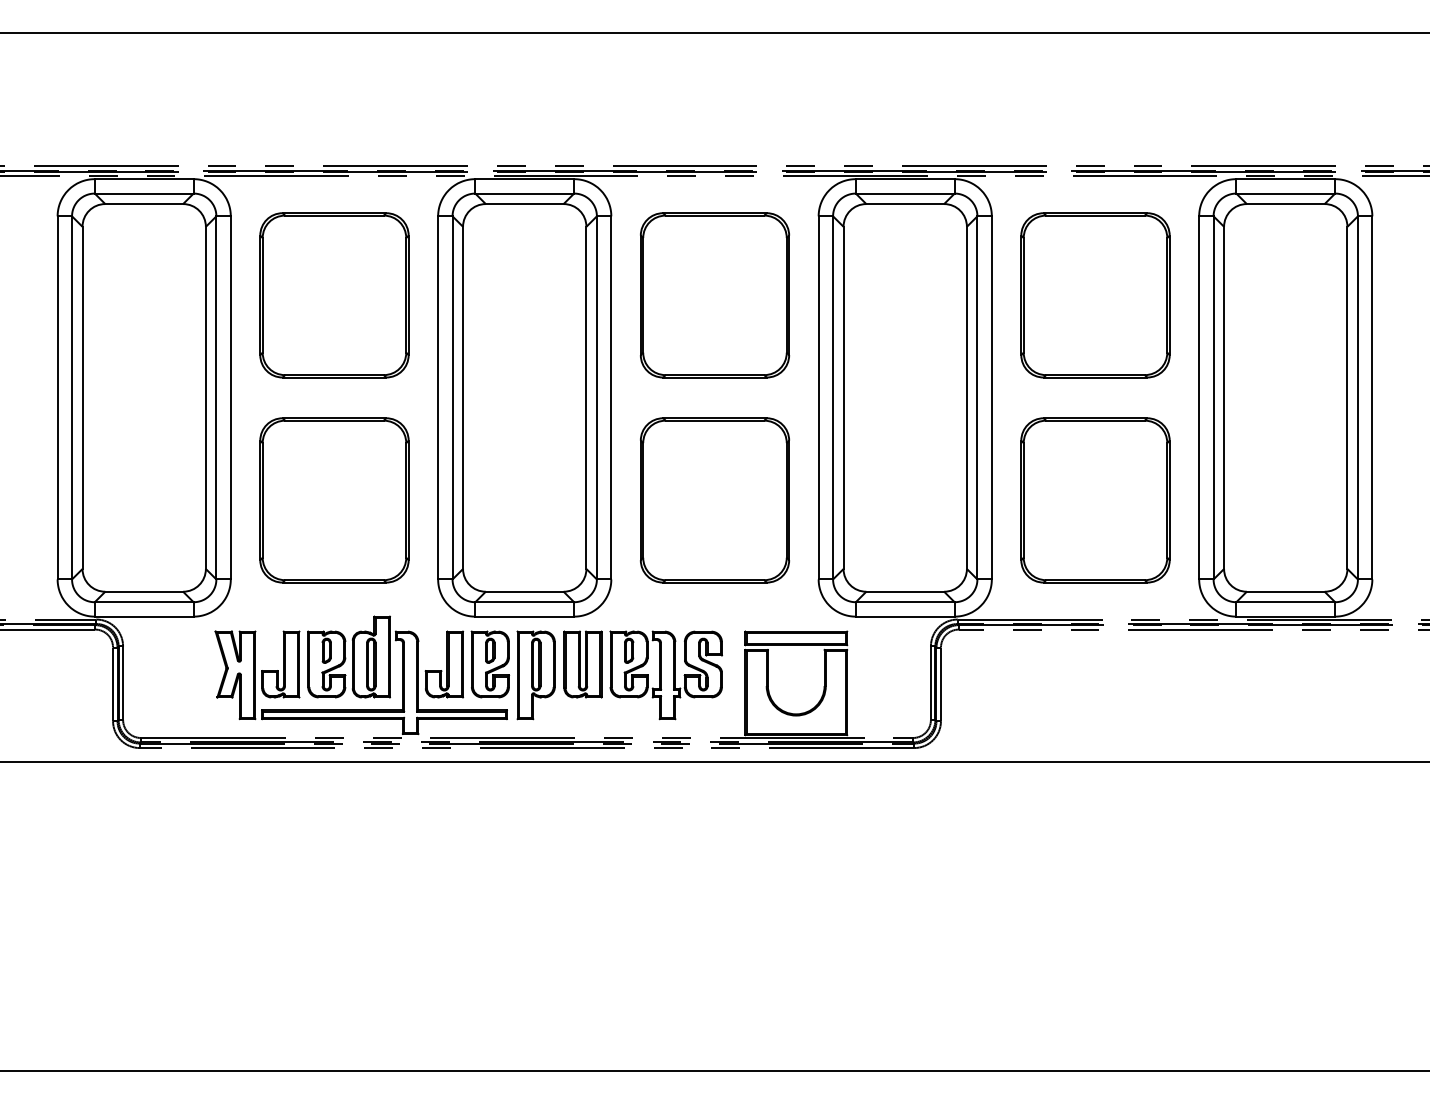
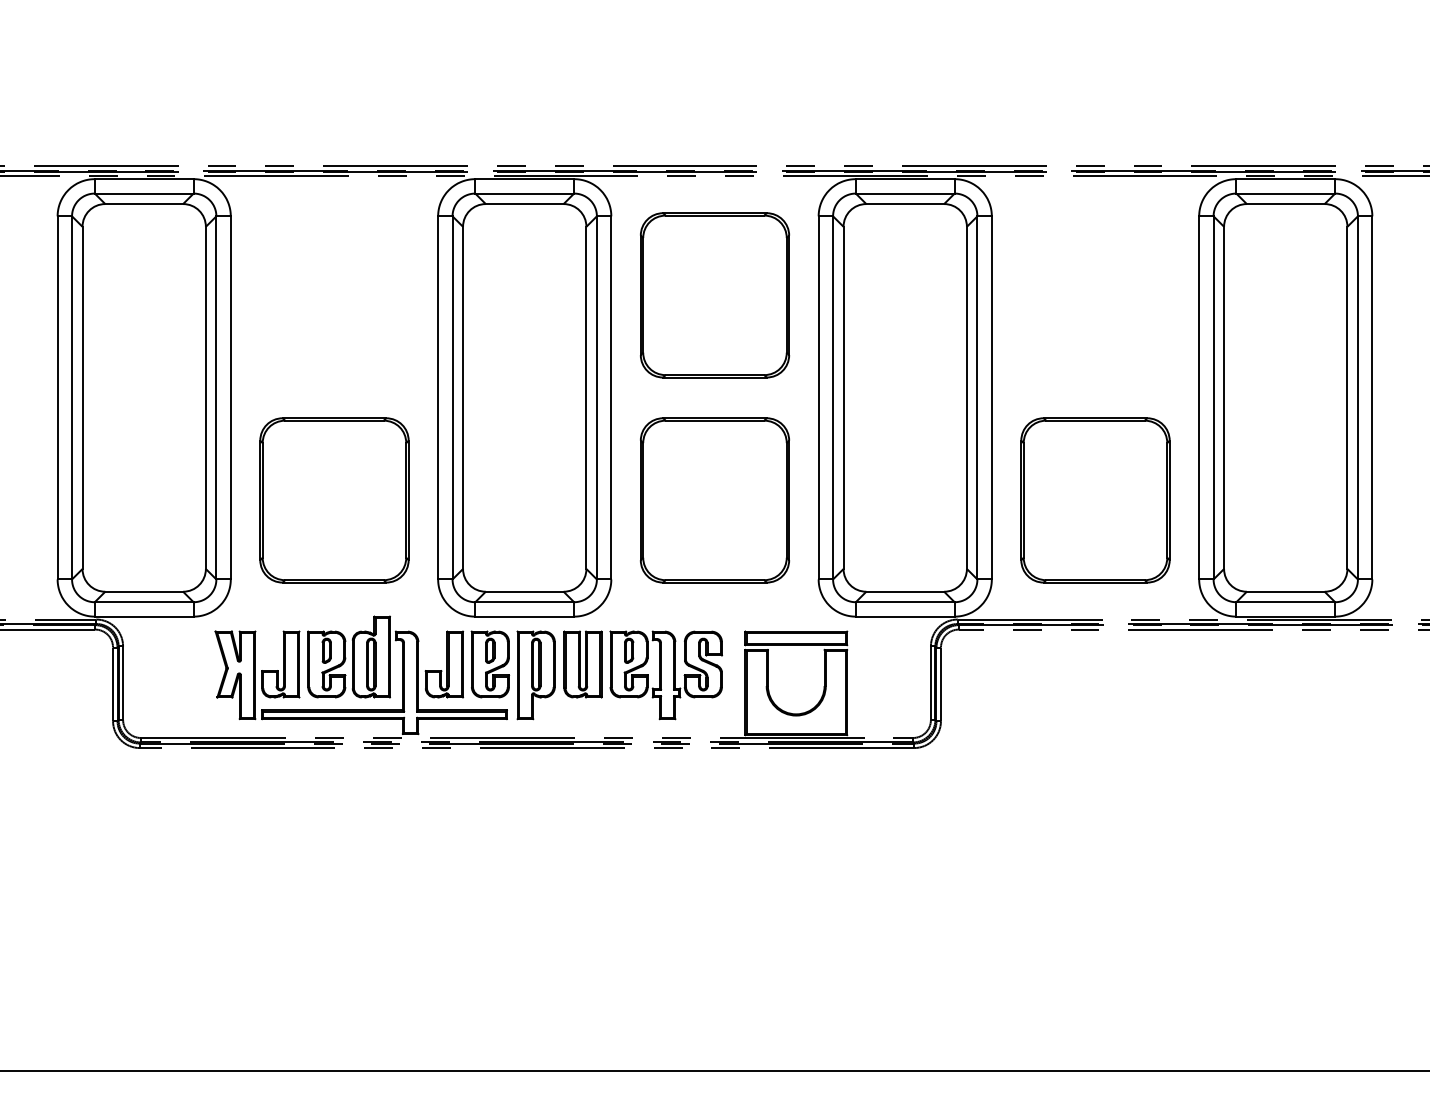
line at (714, 33): present -> none
part at (334, 295): present -> none
part at (1095, 295): present -> none
line at (714, 762): present -> none
